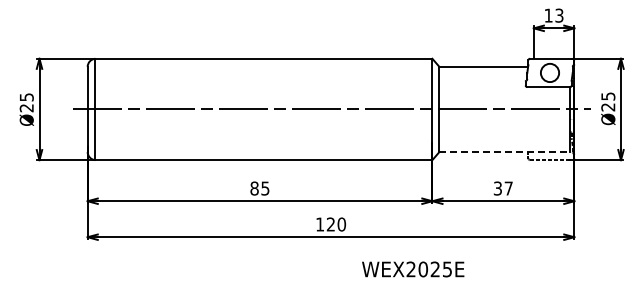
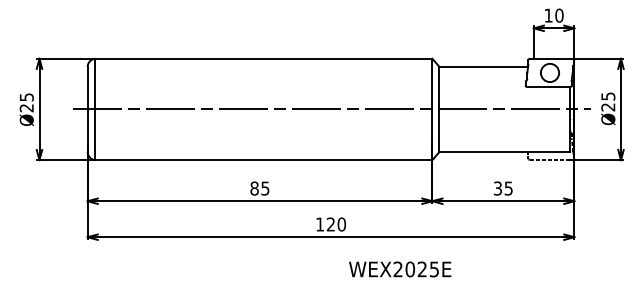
text at (559, 15): 13 -> 10
line at (505, 152): dashed -> solid
text at (508, 188): 37 -> 35
text at (413, 269) position: (413, 269) -> (400, 269)
